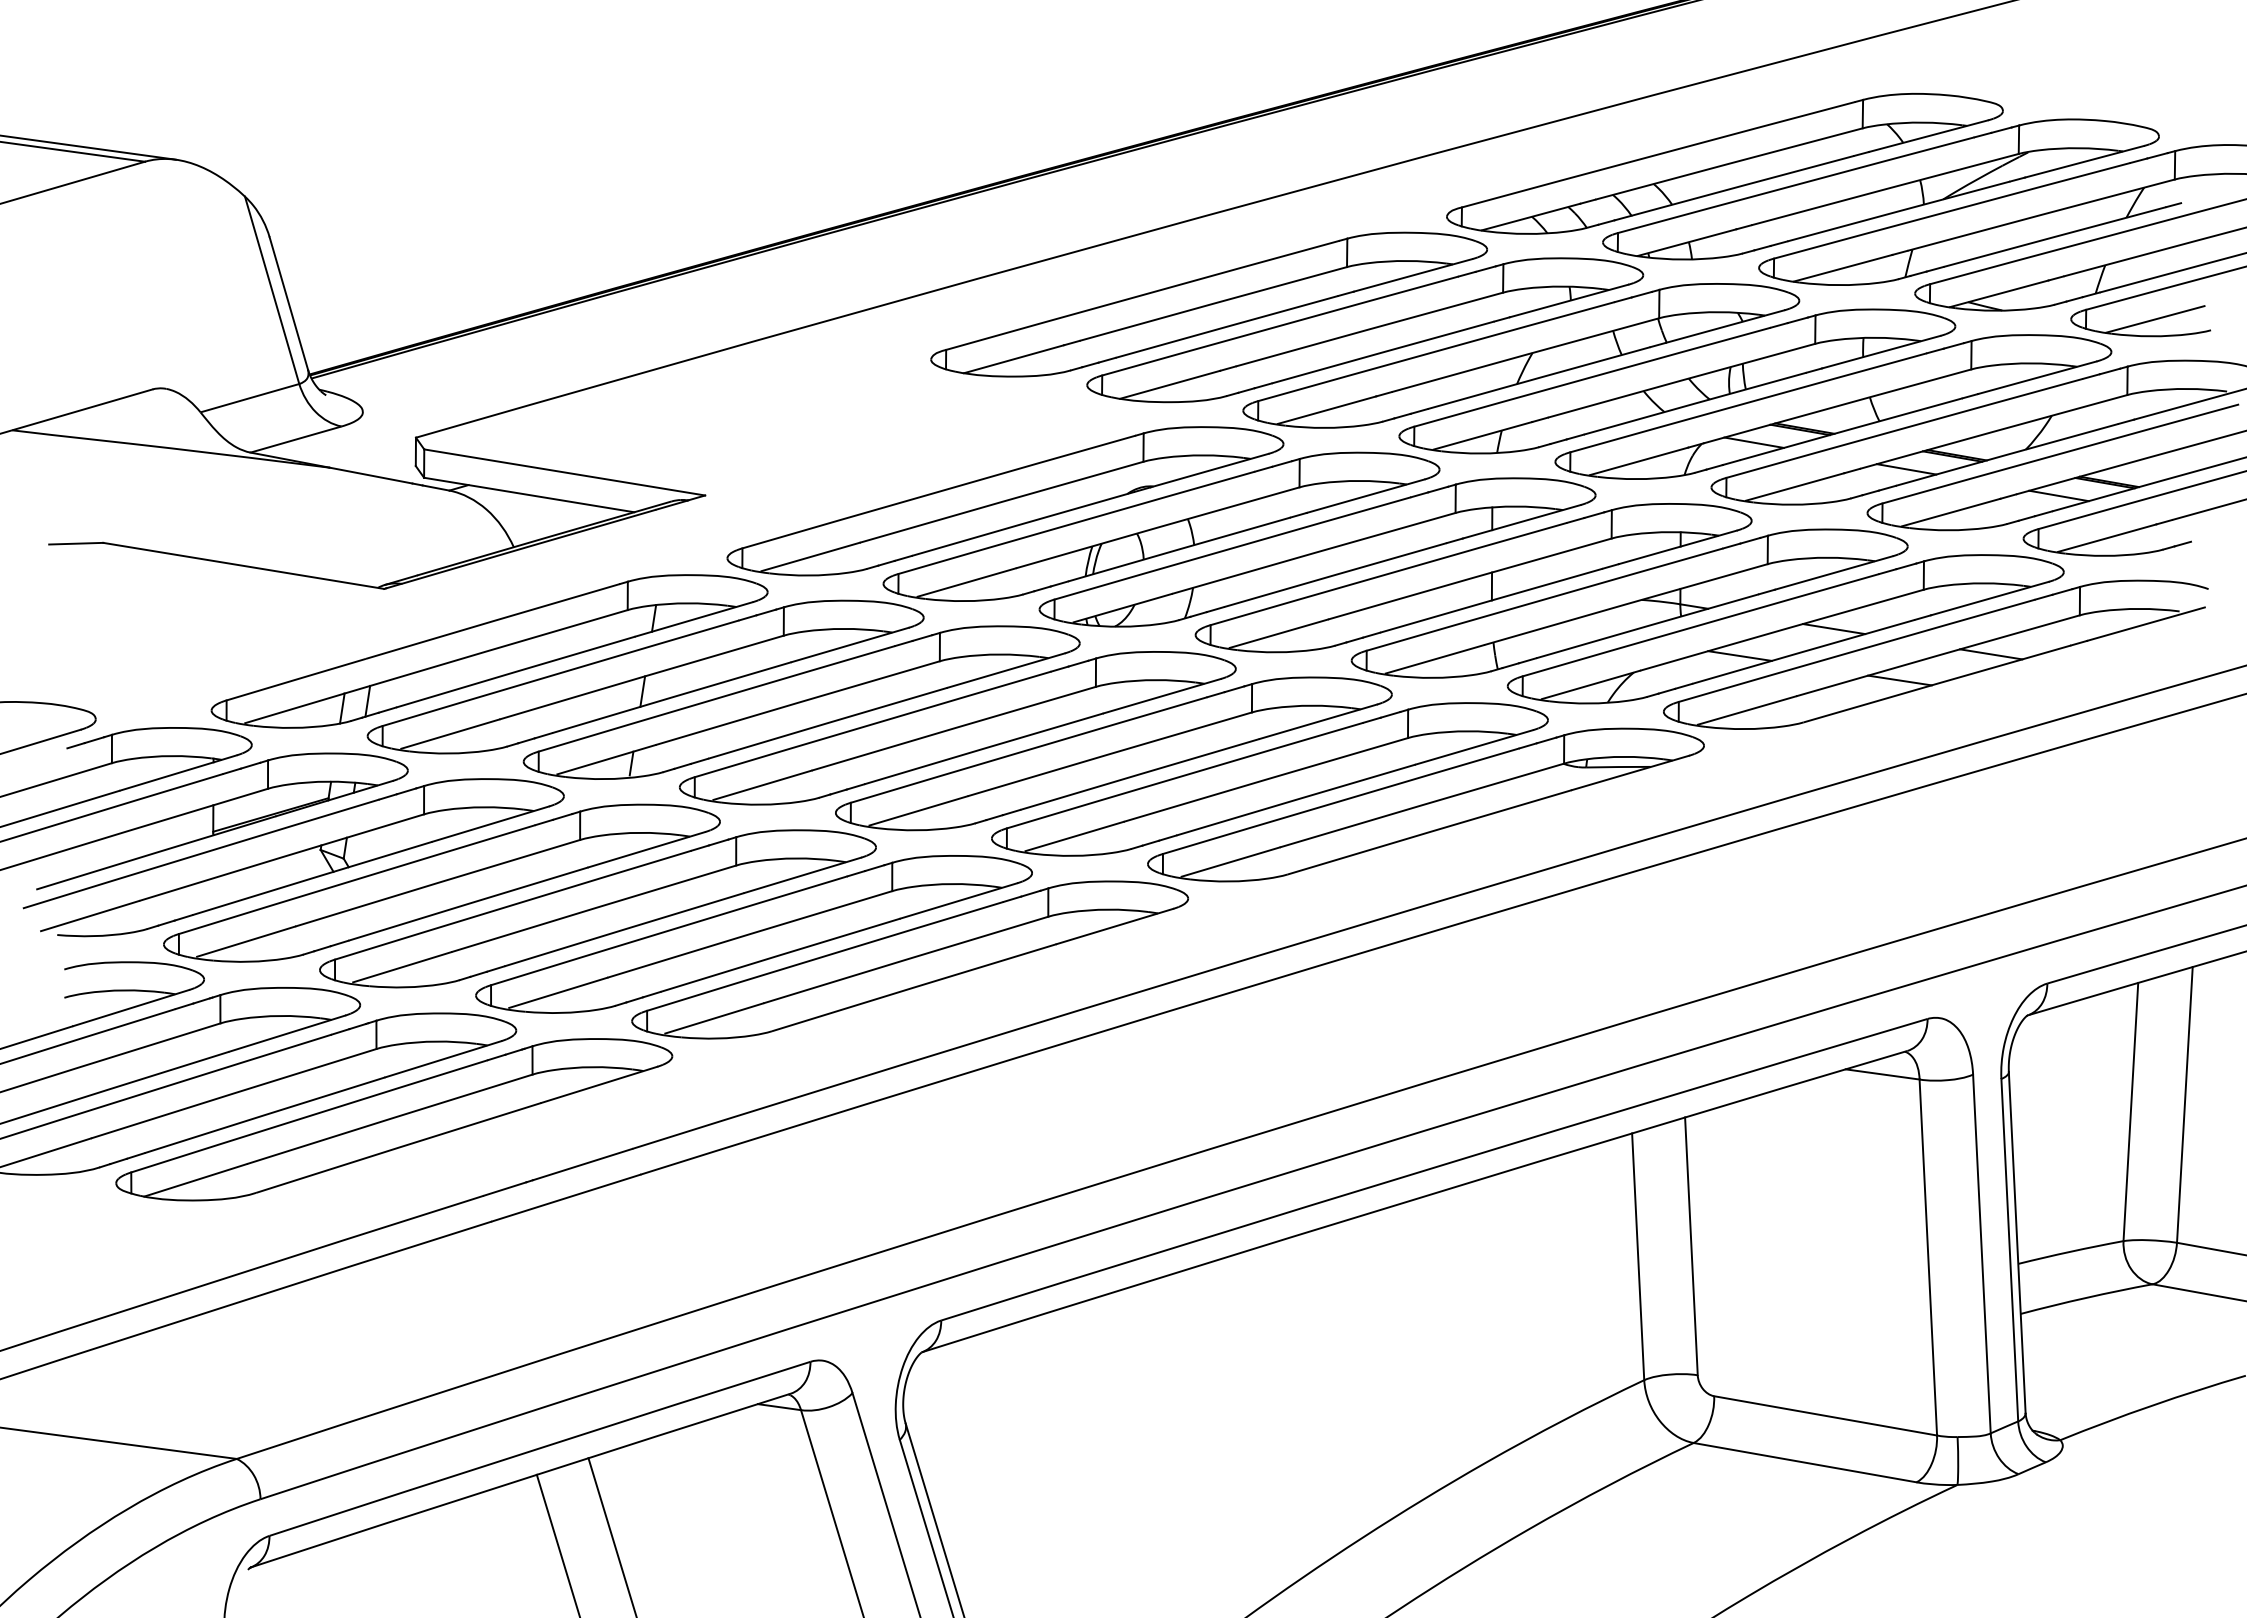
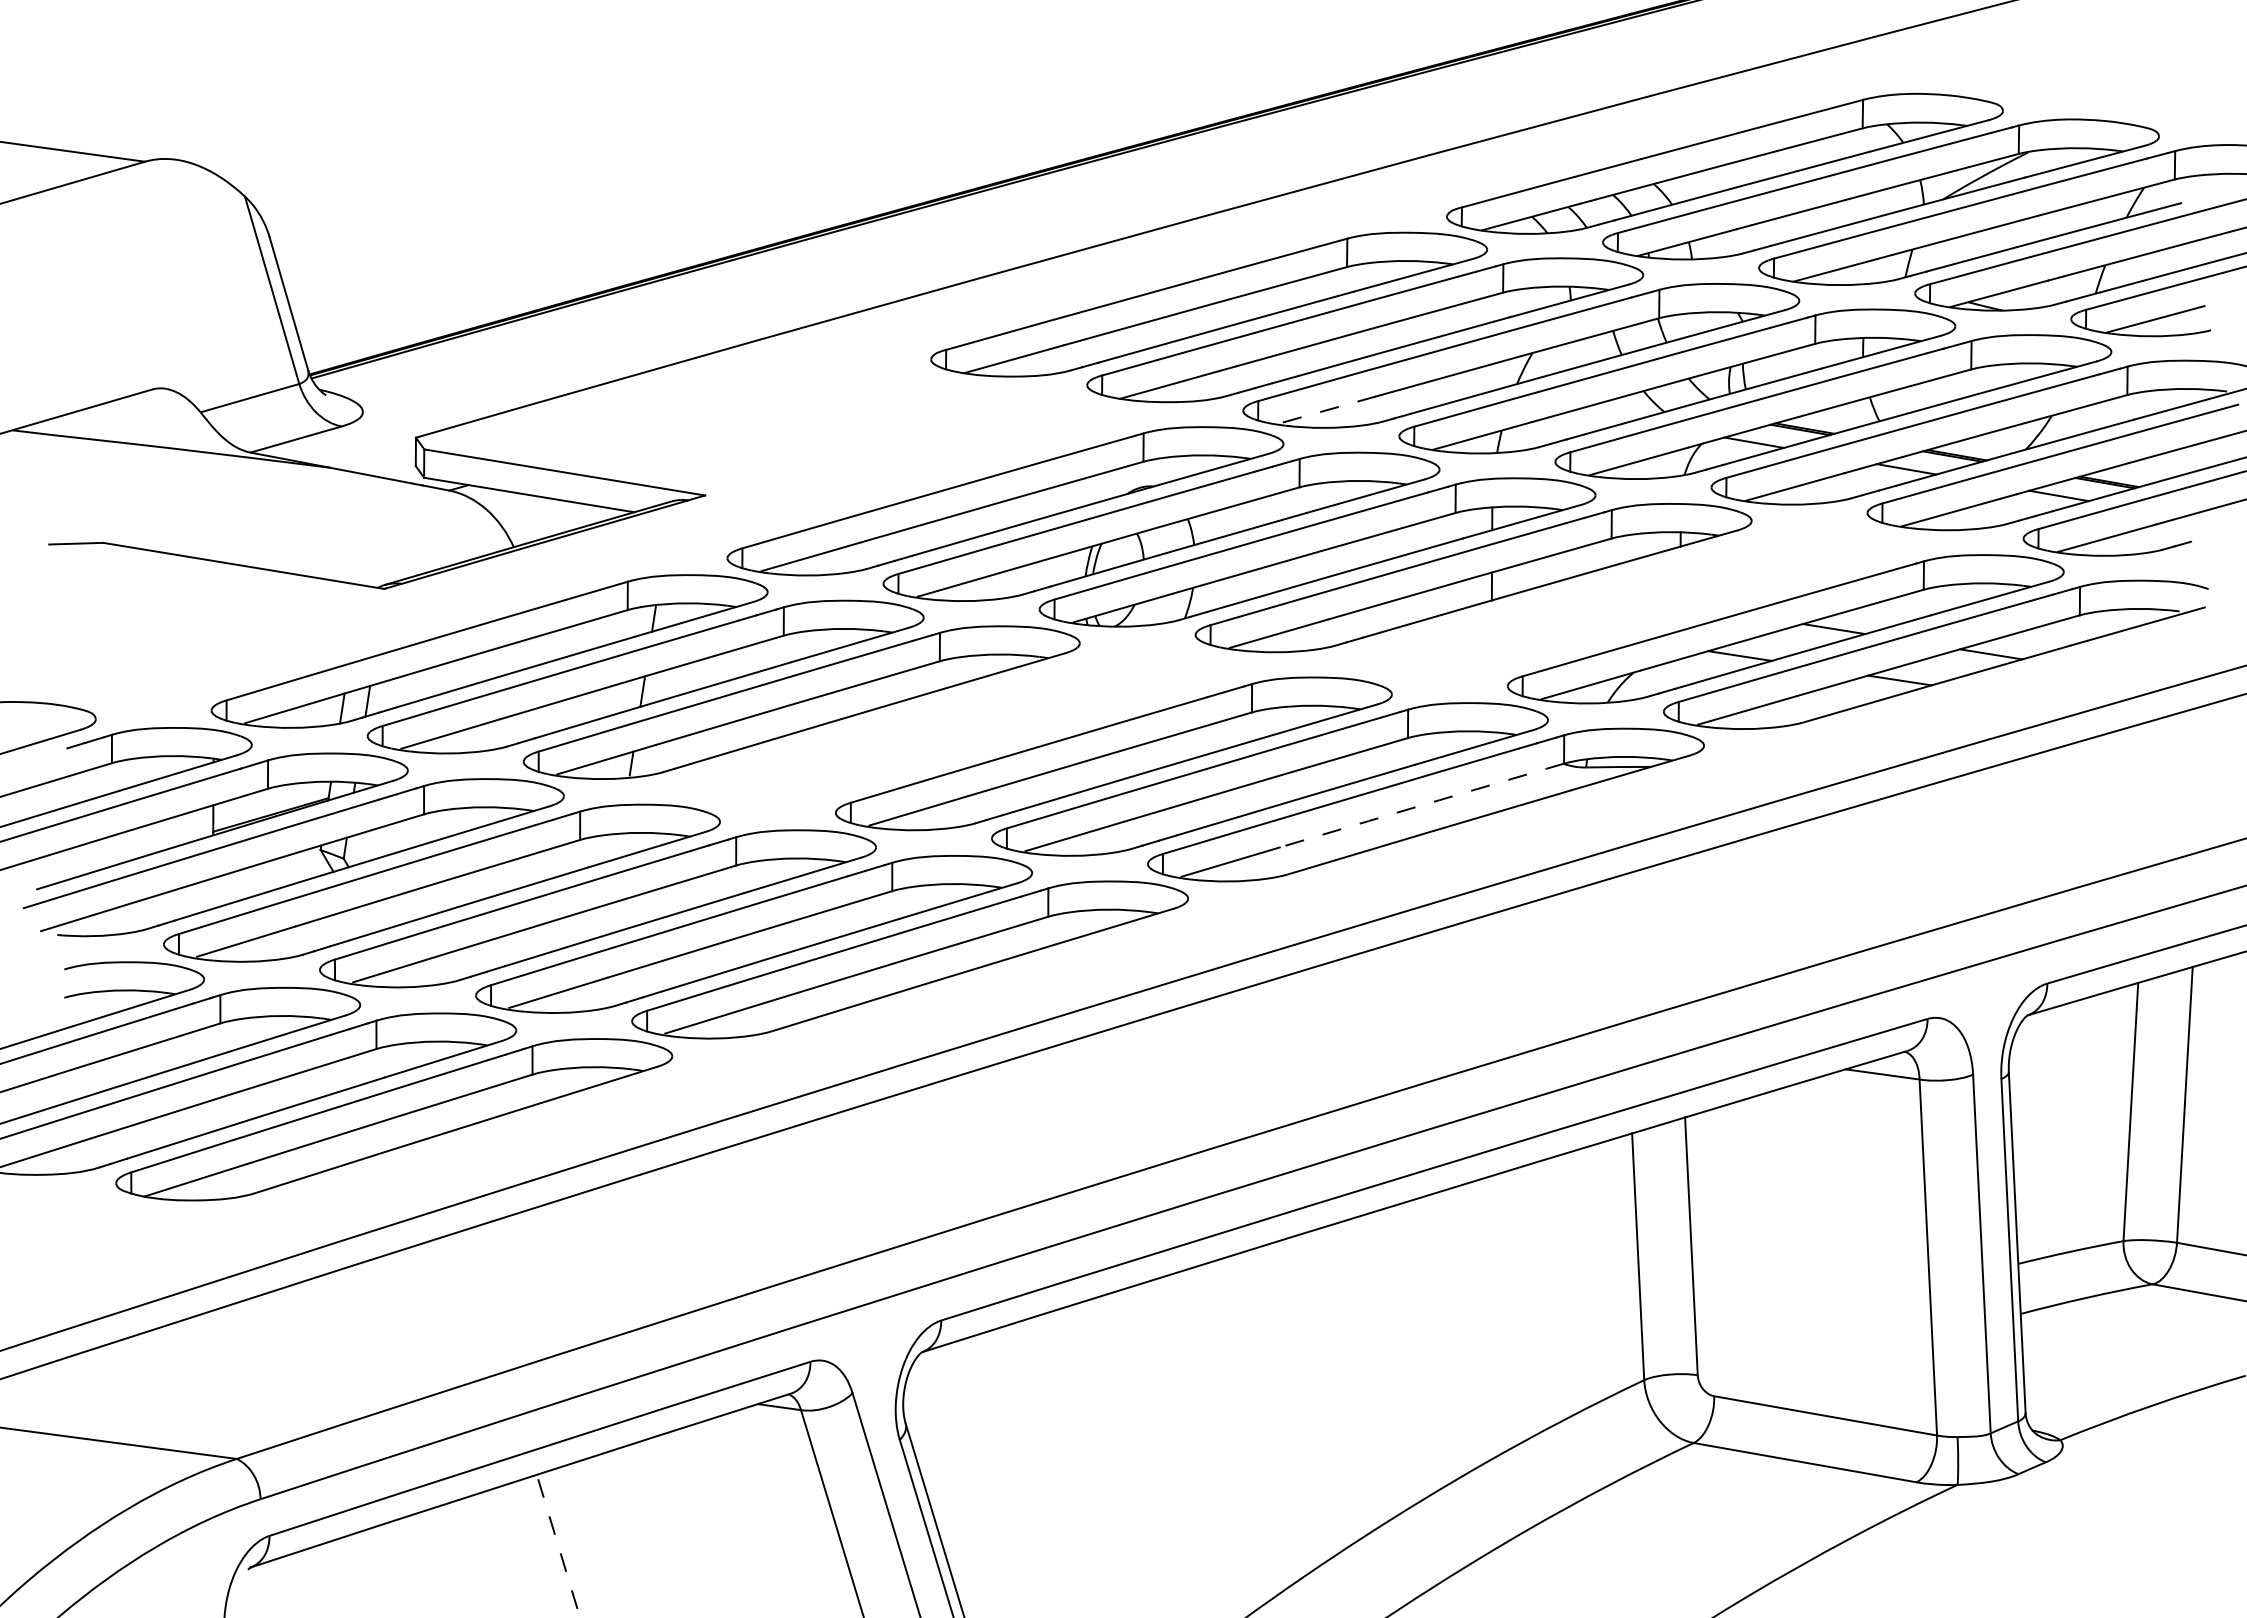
line at (88, 147): present -> none
line at (1326, 410): solid -> dashed
part at (1629, 603): present -> none
part at (957, 728): present -> none
arc at (1421, 805): solid -> dashed
line at (611, 1536): present -> none
line at (558, 1545): solid -> dashed
